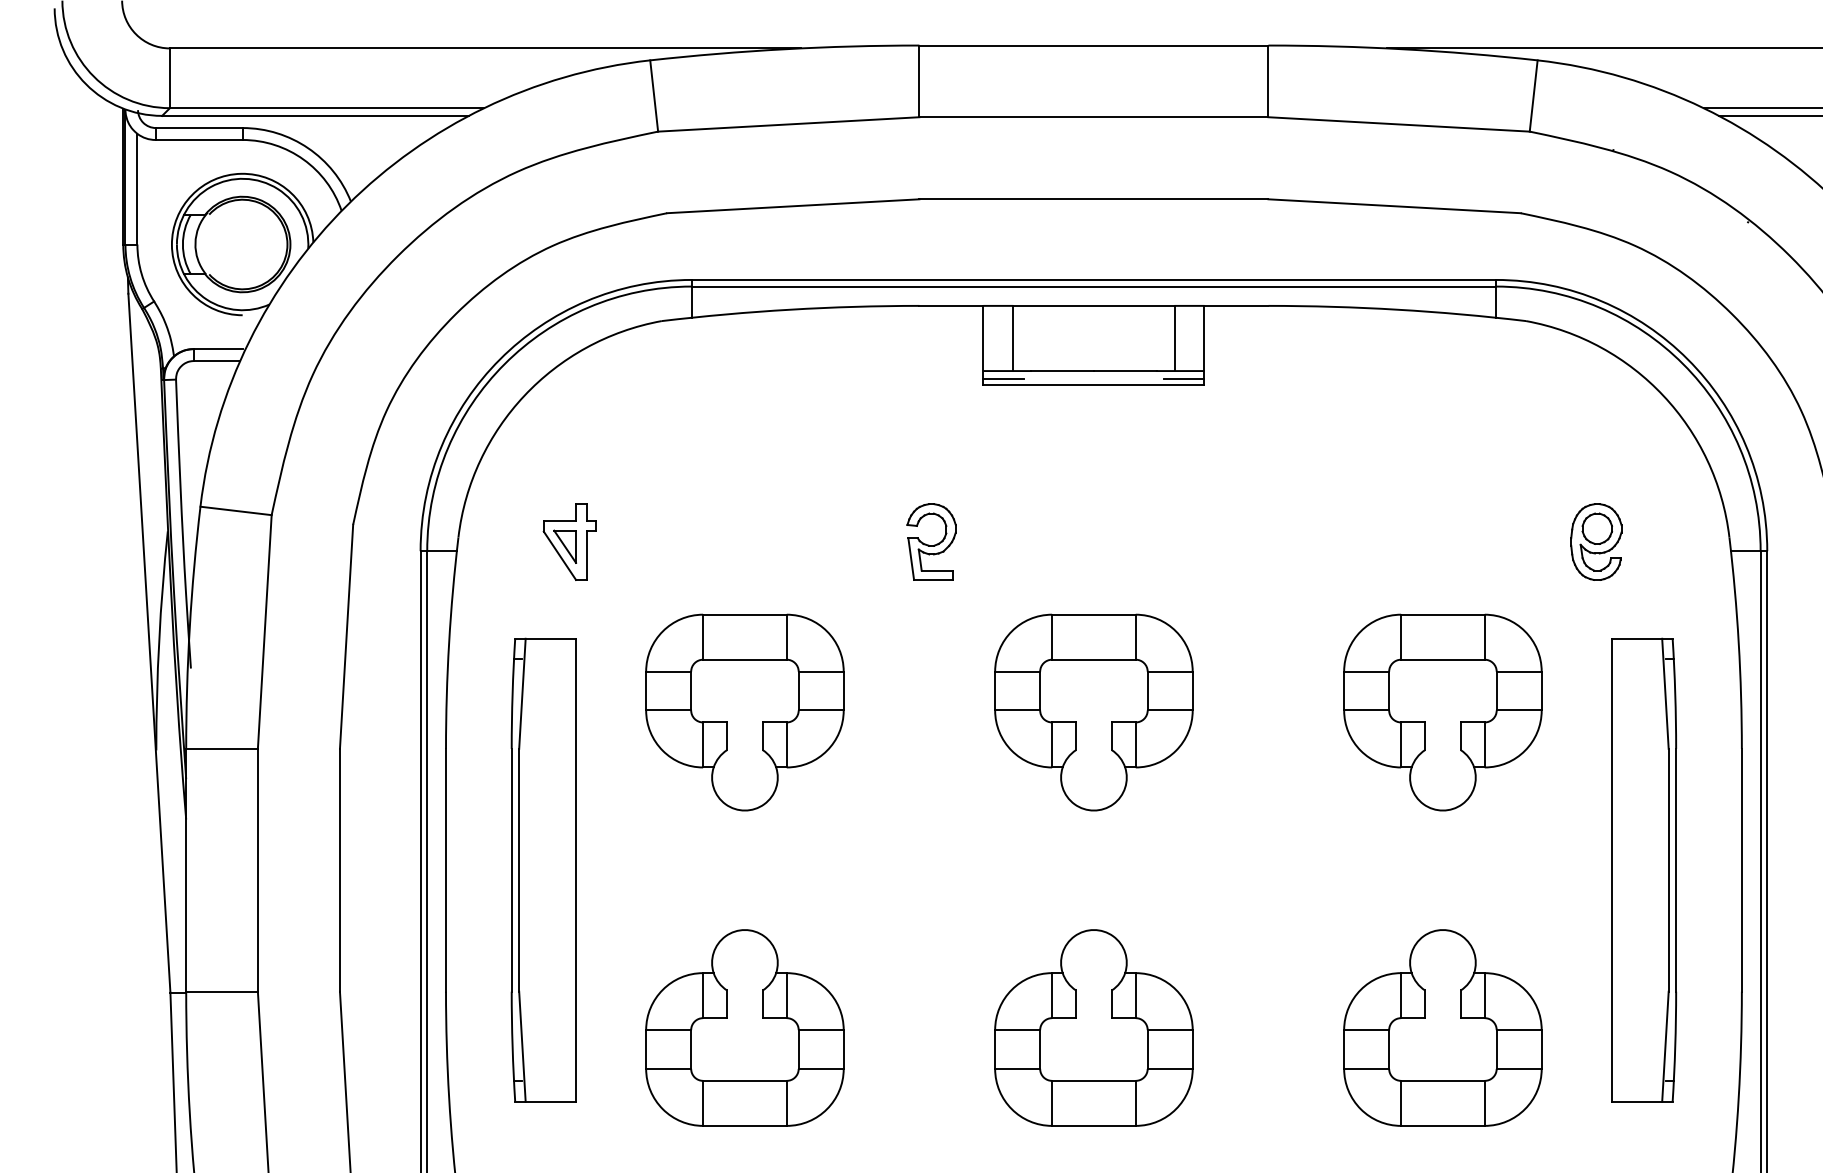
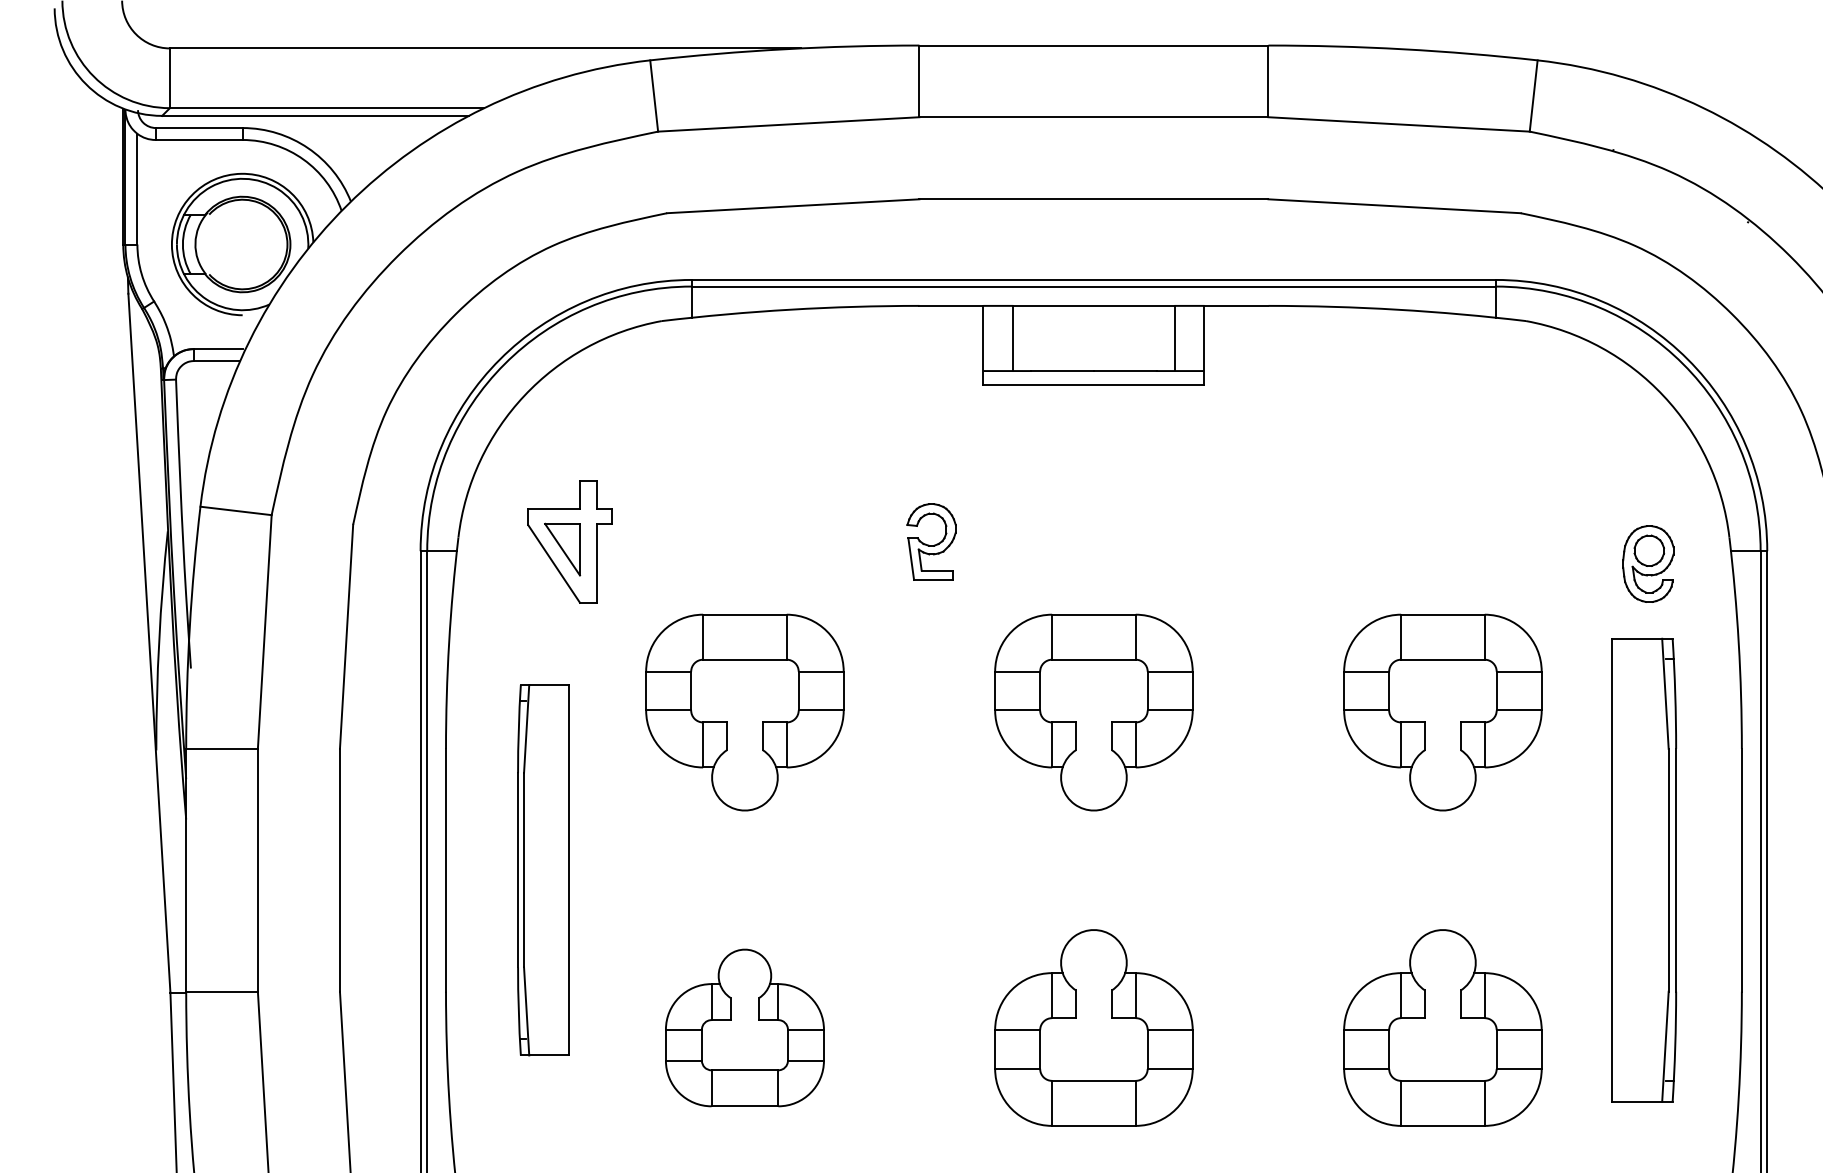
line at (1603, 48): present -> none
line at (1761, 108): present -> none
line at (1768, 115): present -> none
line at (1003, 378): present -> none
line at (1184, 378): present -> none
part at (569, 541) size: 55x78 px -> 86x124 px
part at (1596, 541) position: (1596, 541) -> (1648, 563)
part at (543, 869) size: 67x466 px -> 53x373 px
part at (744, 1027) size: 200x198 px -> 160x160 px
